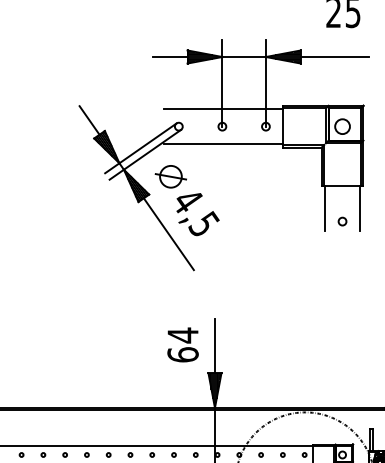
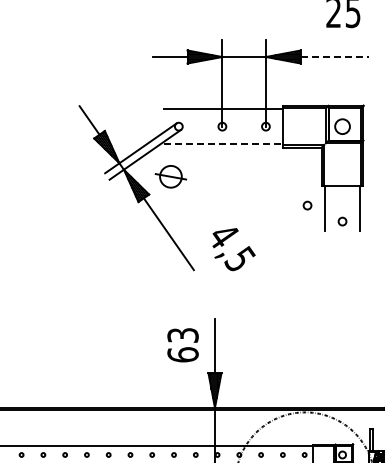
line at (335, 57): solid -> dashed
line at (223, 144): solid -> dashed
circle at (307, 205): none -> present
text at (197, 214) position: (197, 214) -> (233, 249)
text at (182, 335): 64 -> 63
